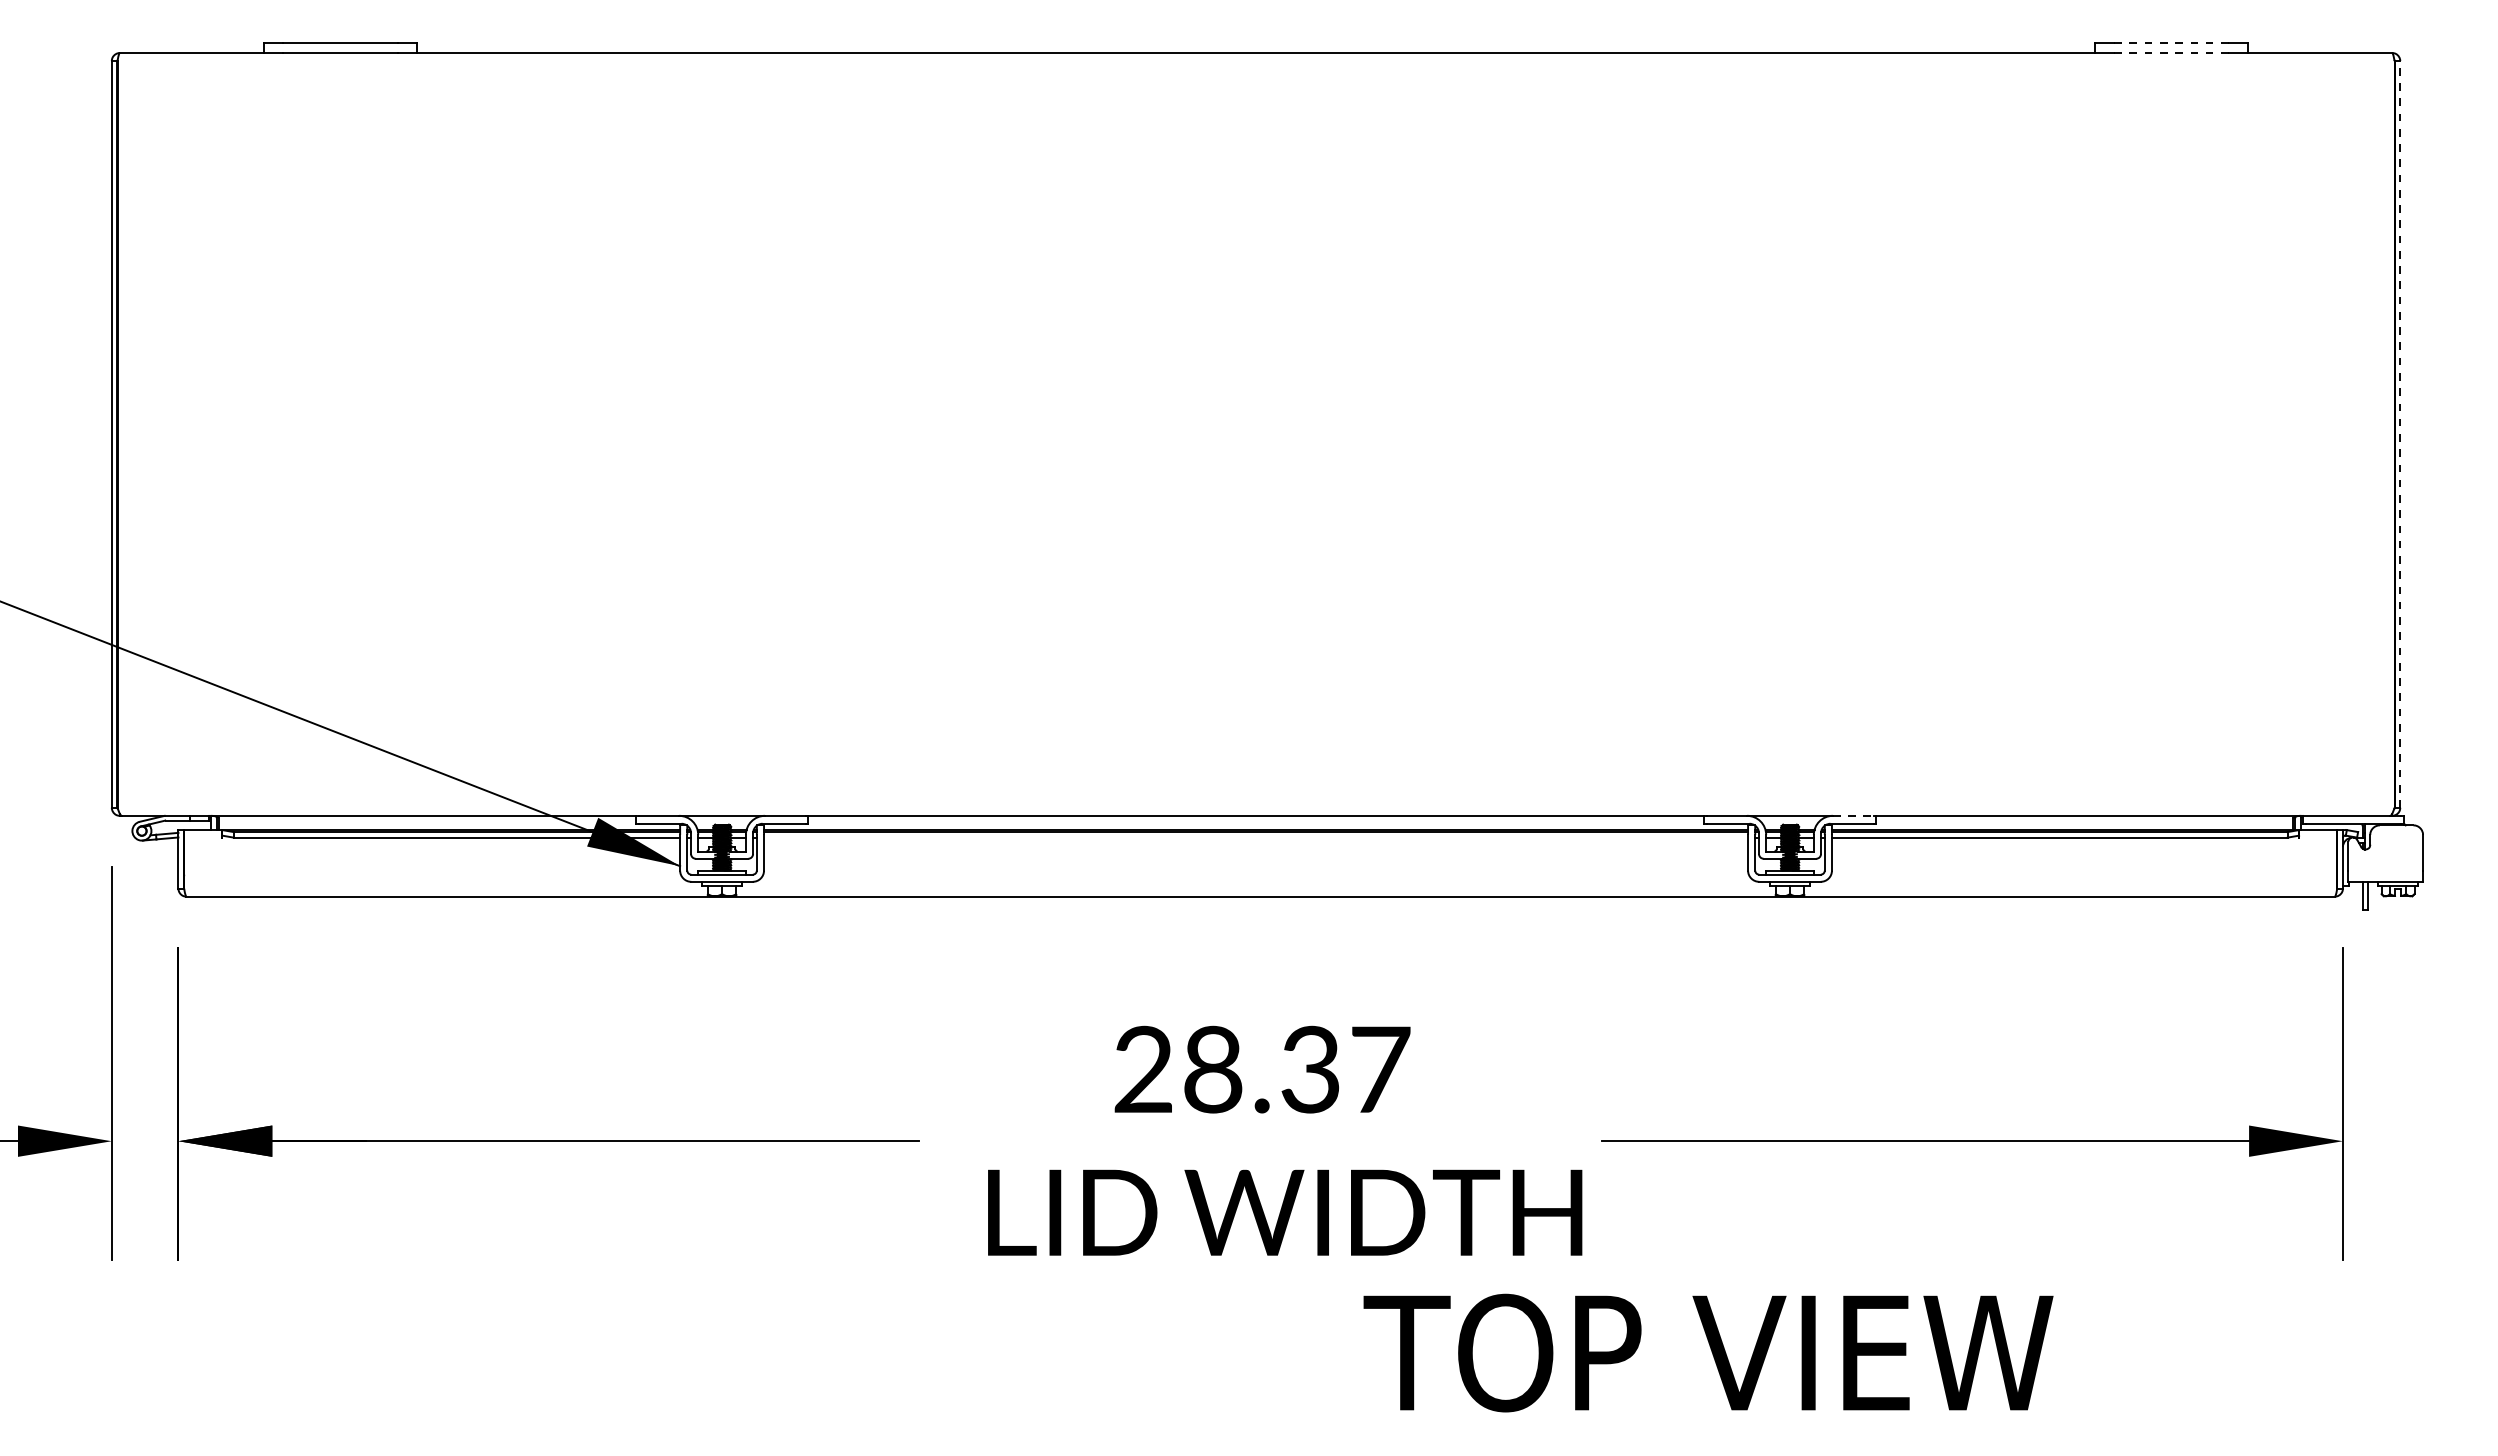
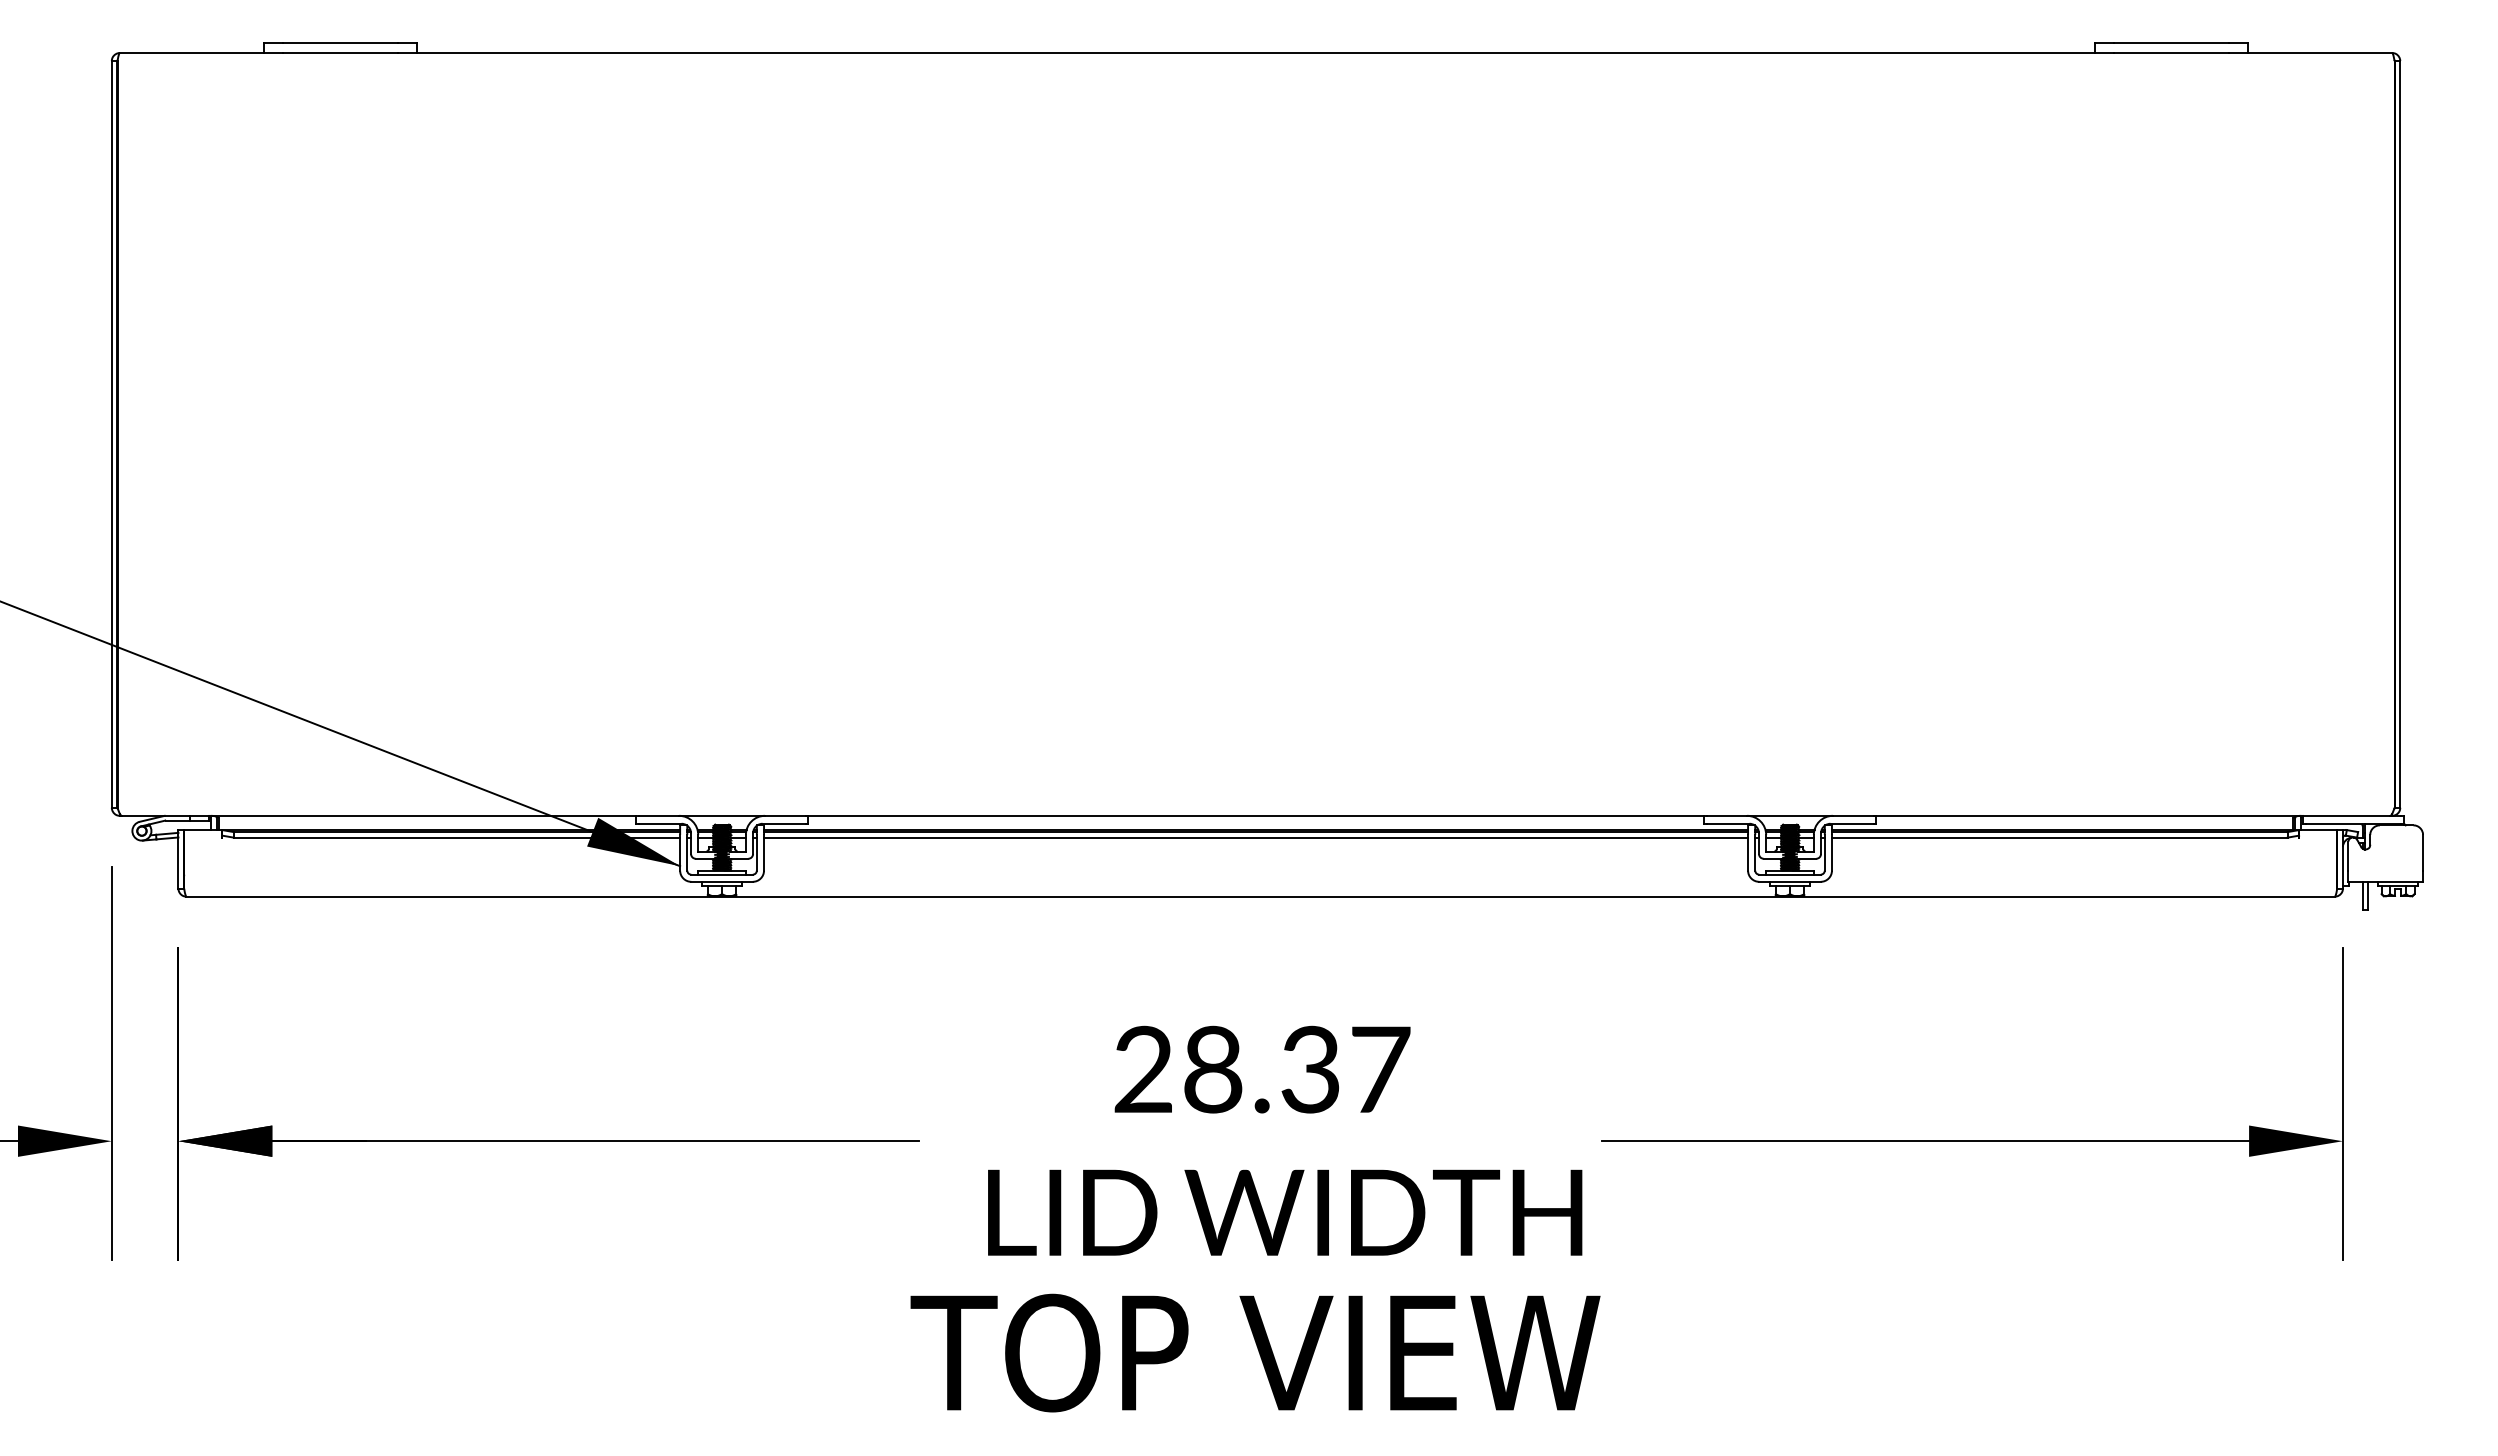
line at (2170, 43): dashed -> solid
line at (2171, 53): dashed -> solid
line at (2400, 433): dashed -> solid
line at (1853, 815): dashed -> solid
line at (1256, 837): none -> present
text at (1708, 1352) position: (1708, 1352) -> (1255, 1352)
